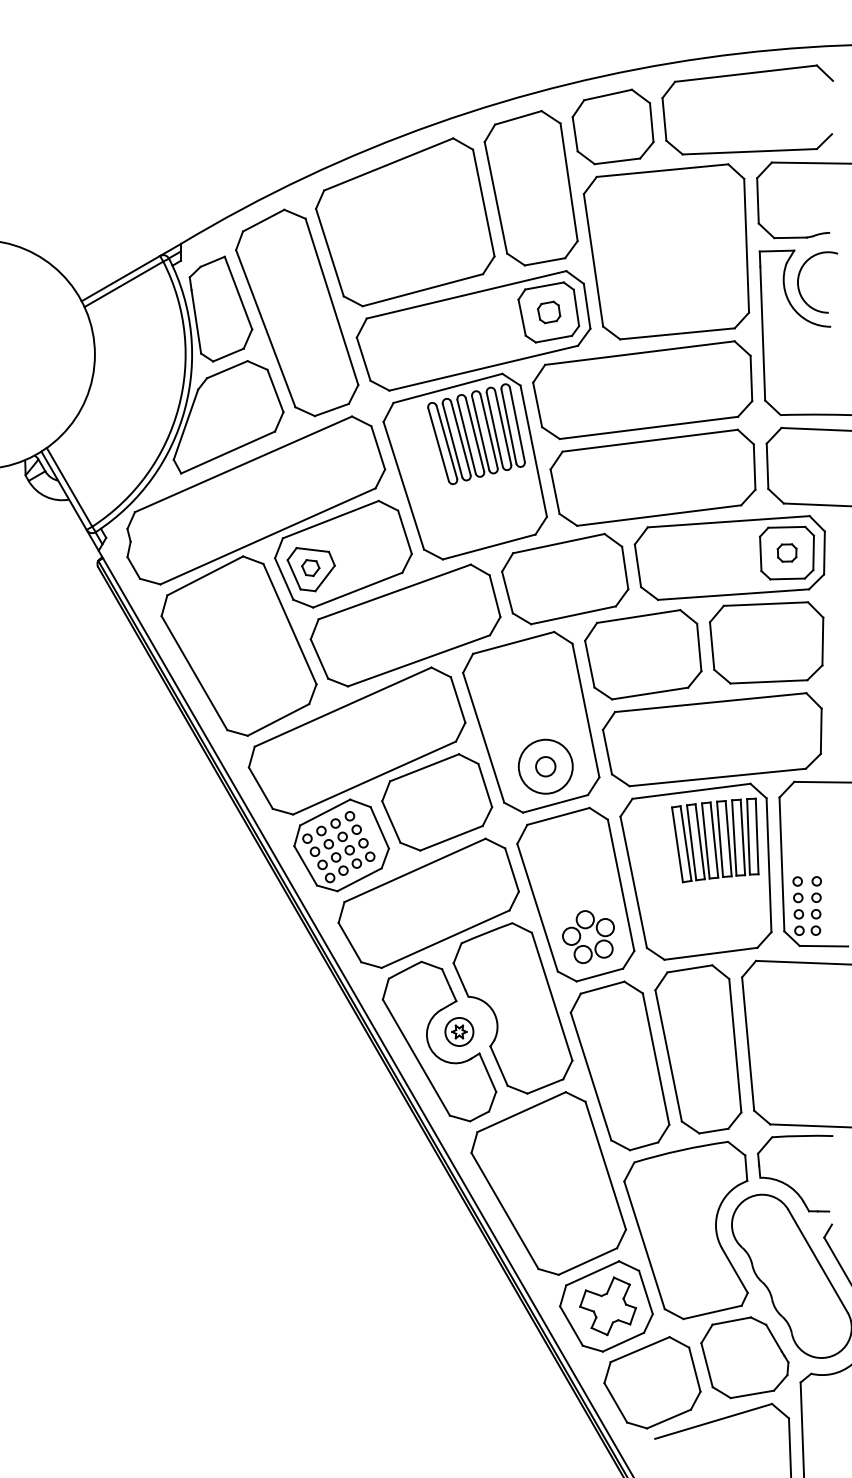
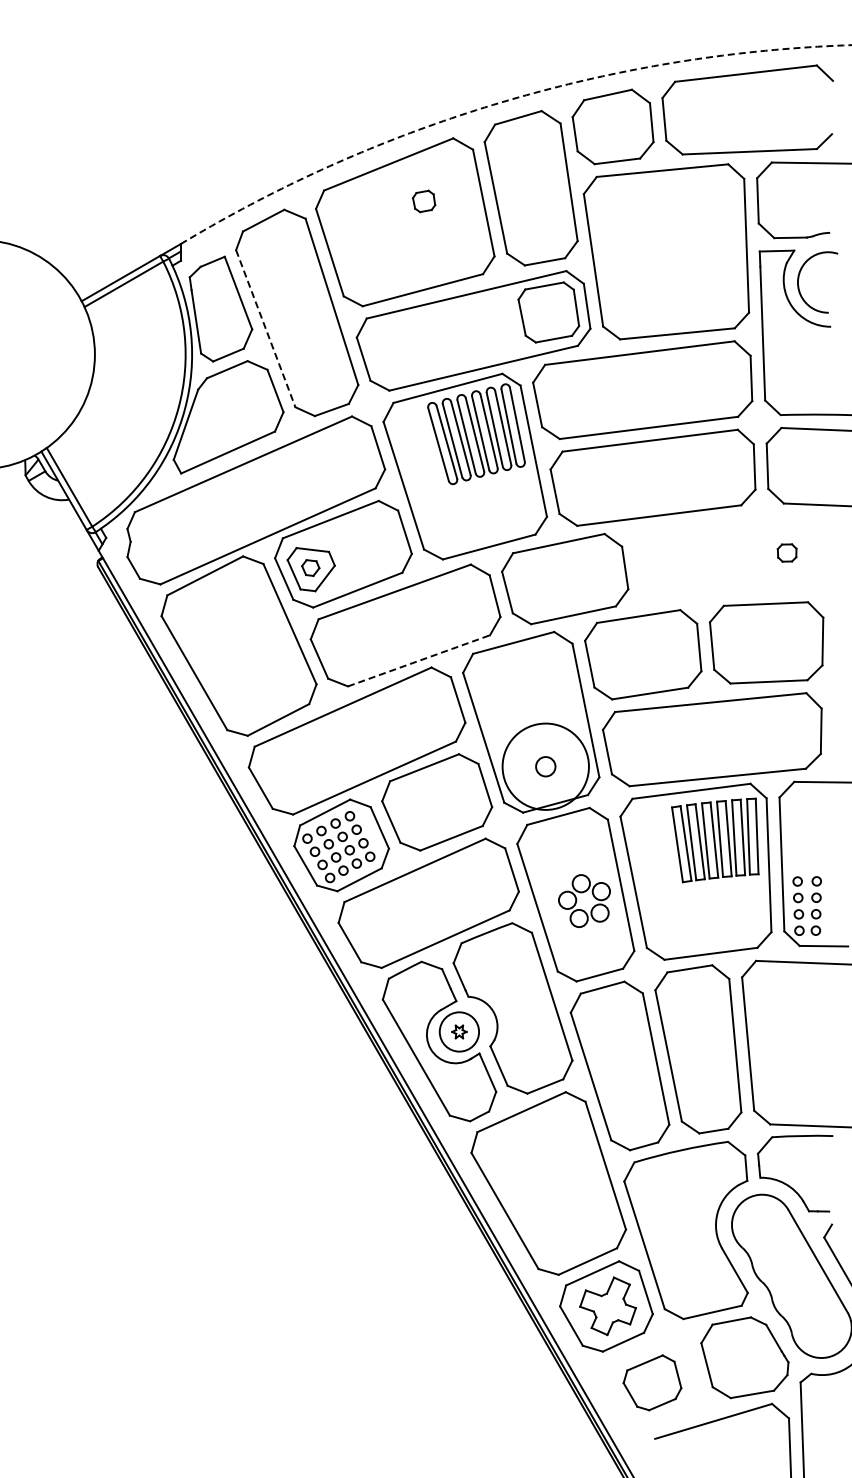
arc at (501, 102): solid -> dashed
part at (549, 312) position: (549, 312) -> (424, 201)
line at (265, 328): solid -> dashed
part at (729, 557): present -> none
line at (419, 660): solid -> dashed
circle at (545, 766) diameter: 54 px -> 86 px
part at (581, 936) position: (581, 936) -> (577, 900)
circle at (459, 1031) diameter: 28 px -> 39 px
part at (652, 1382) size: 99x94 px -> 61x58 px
